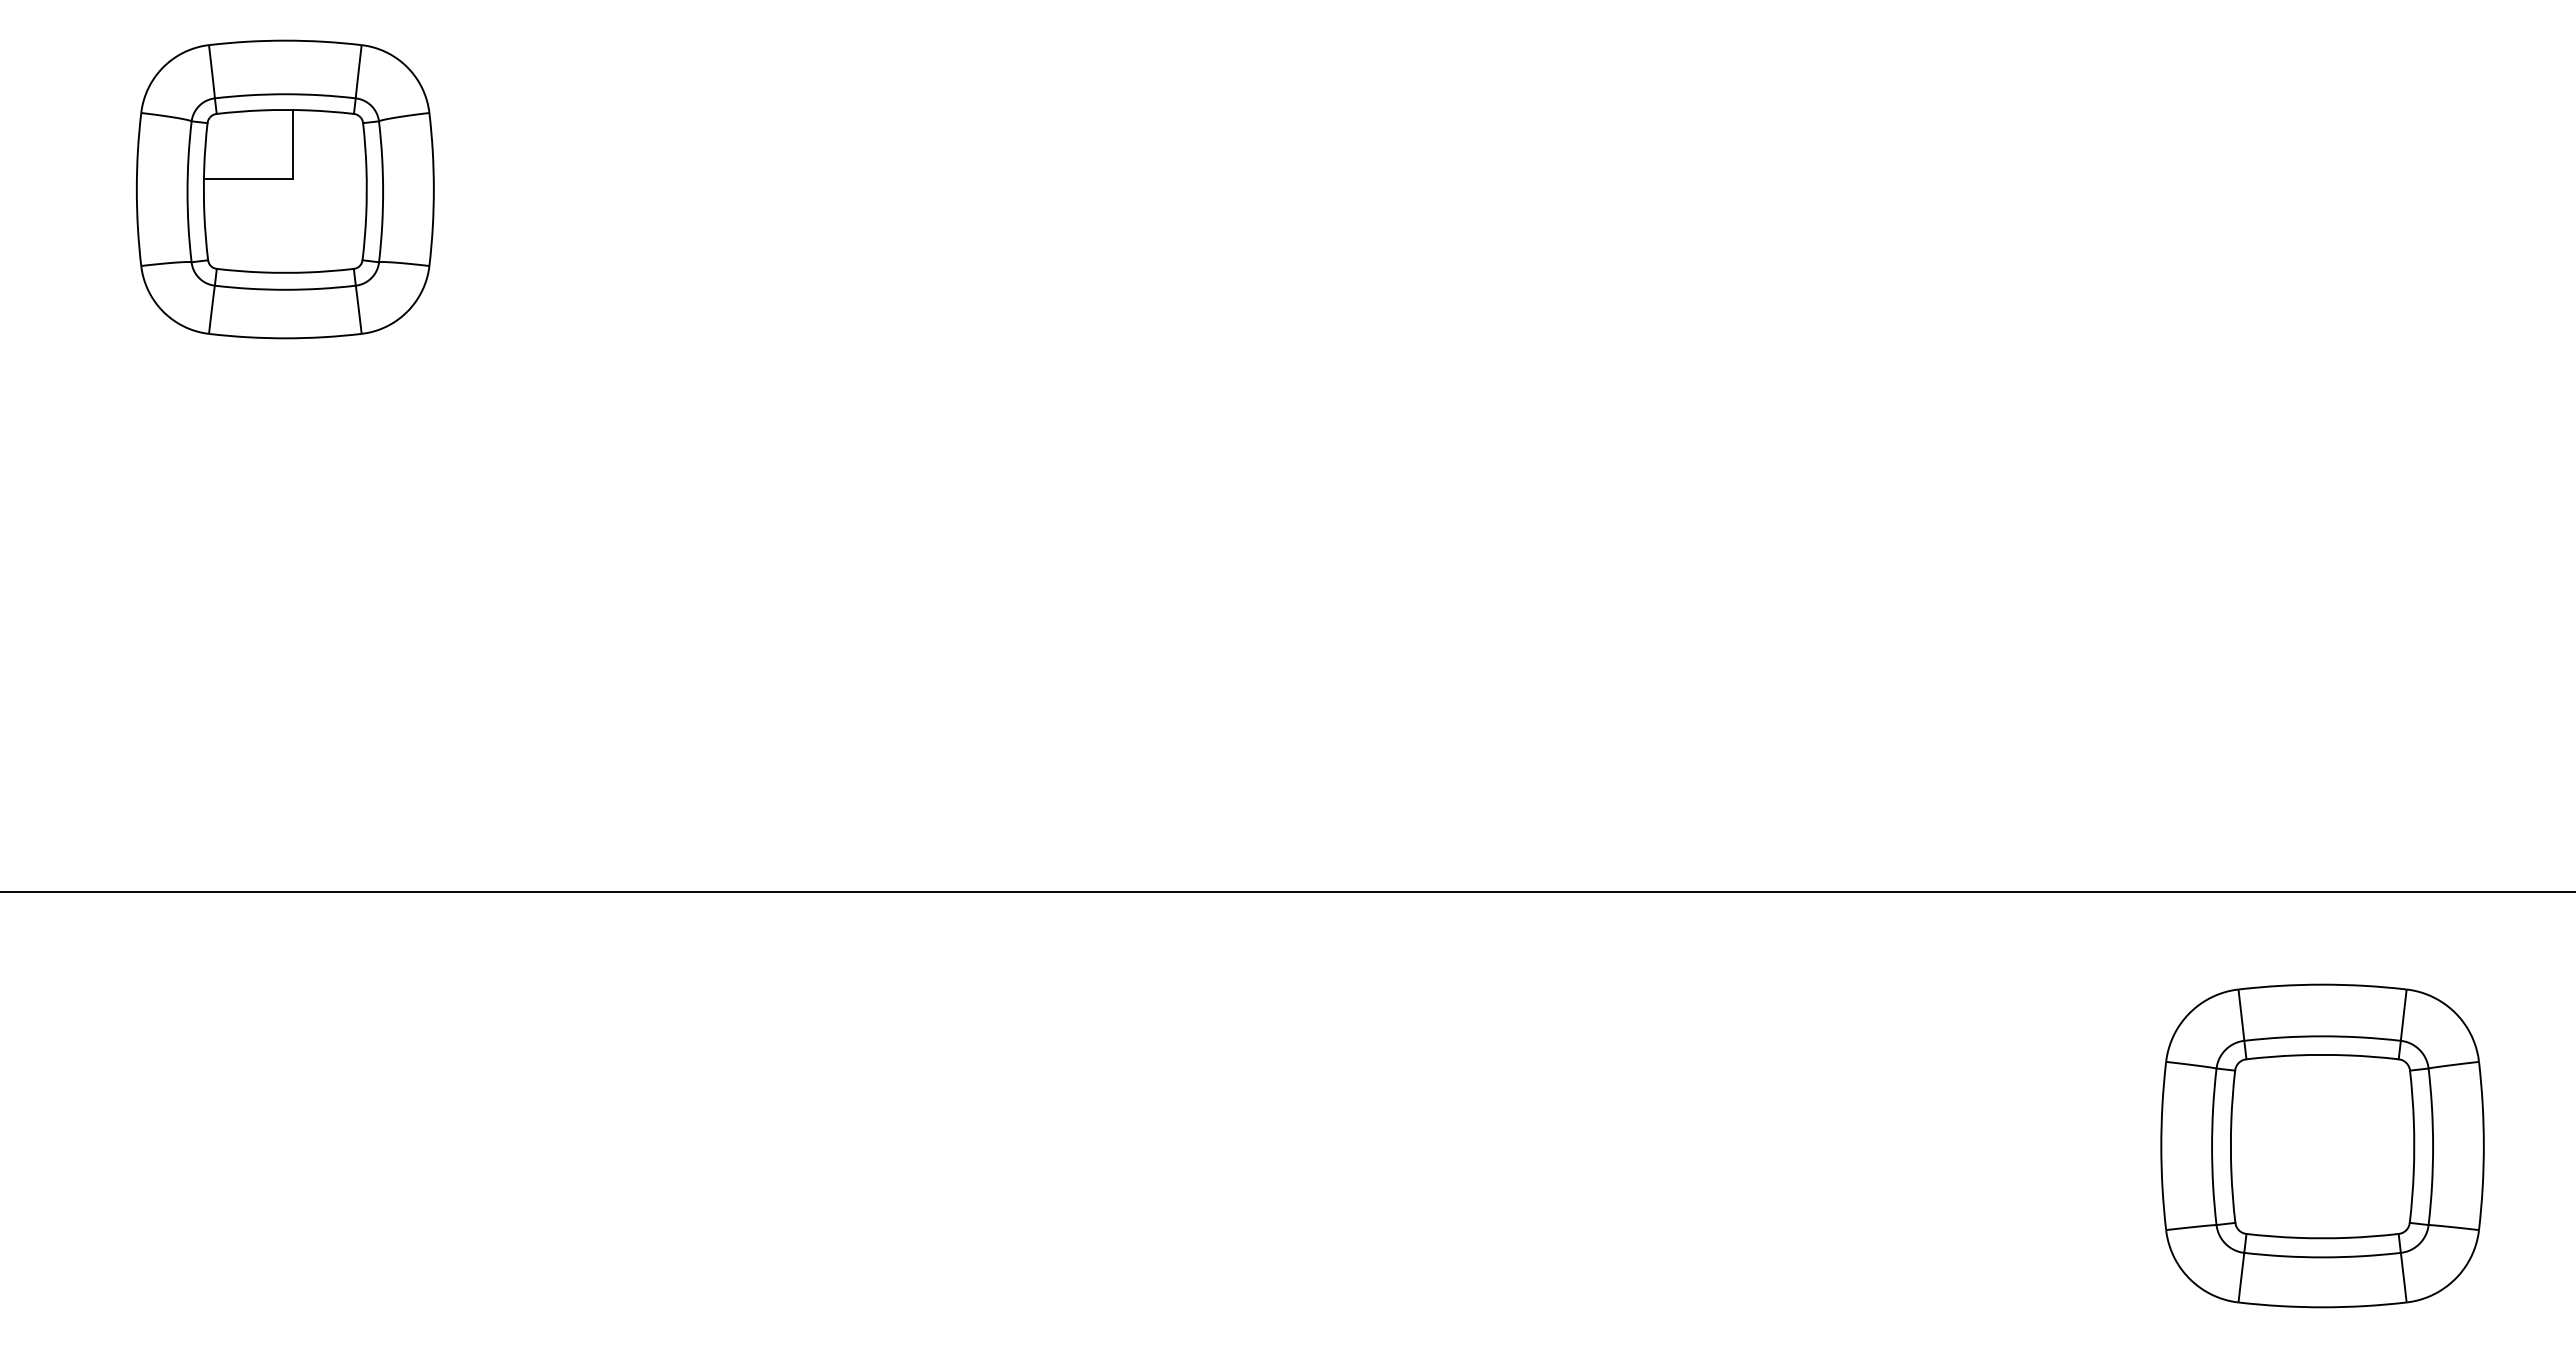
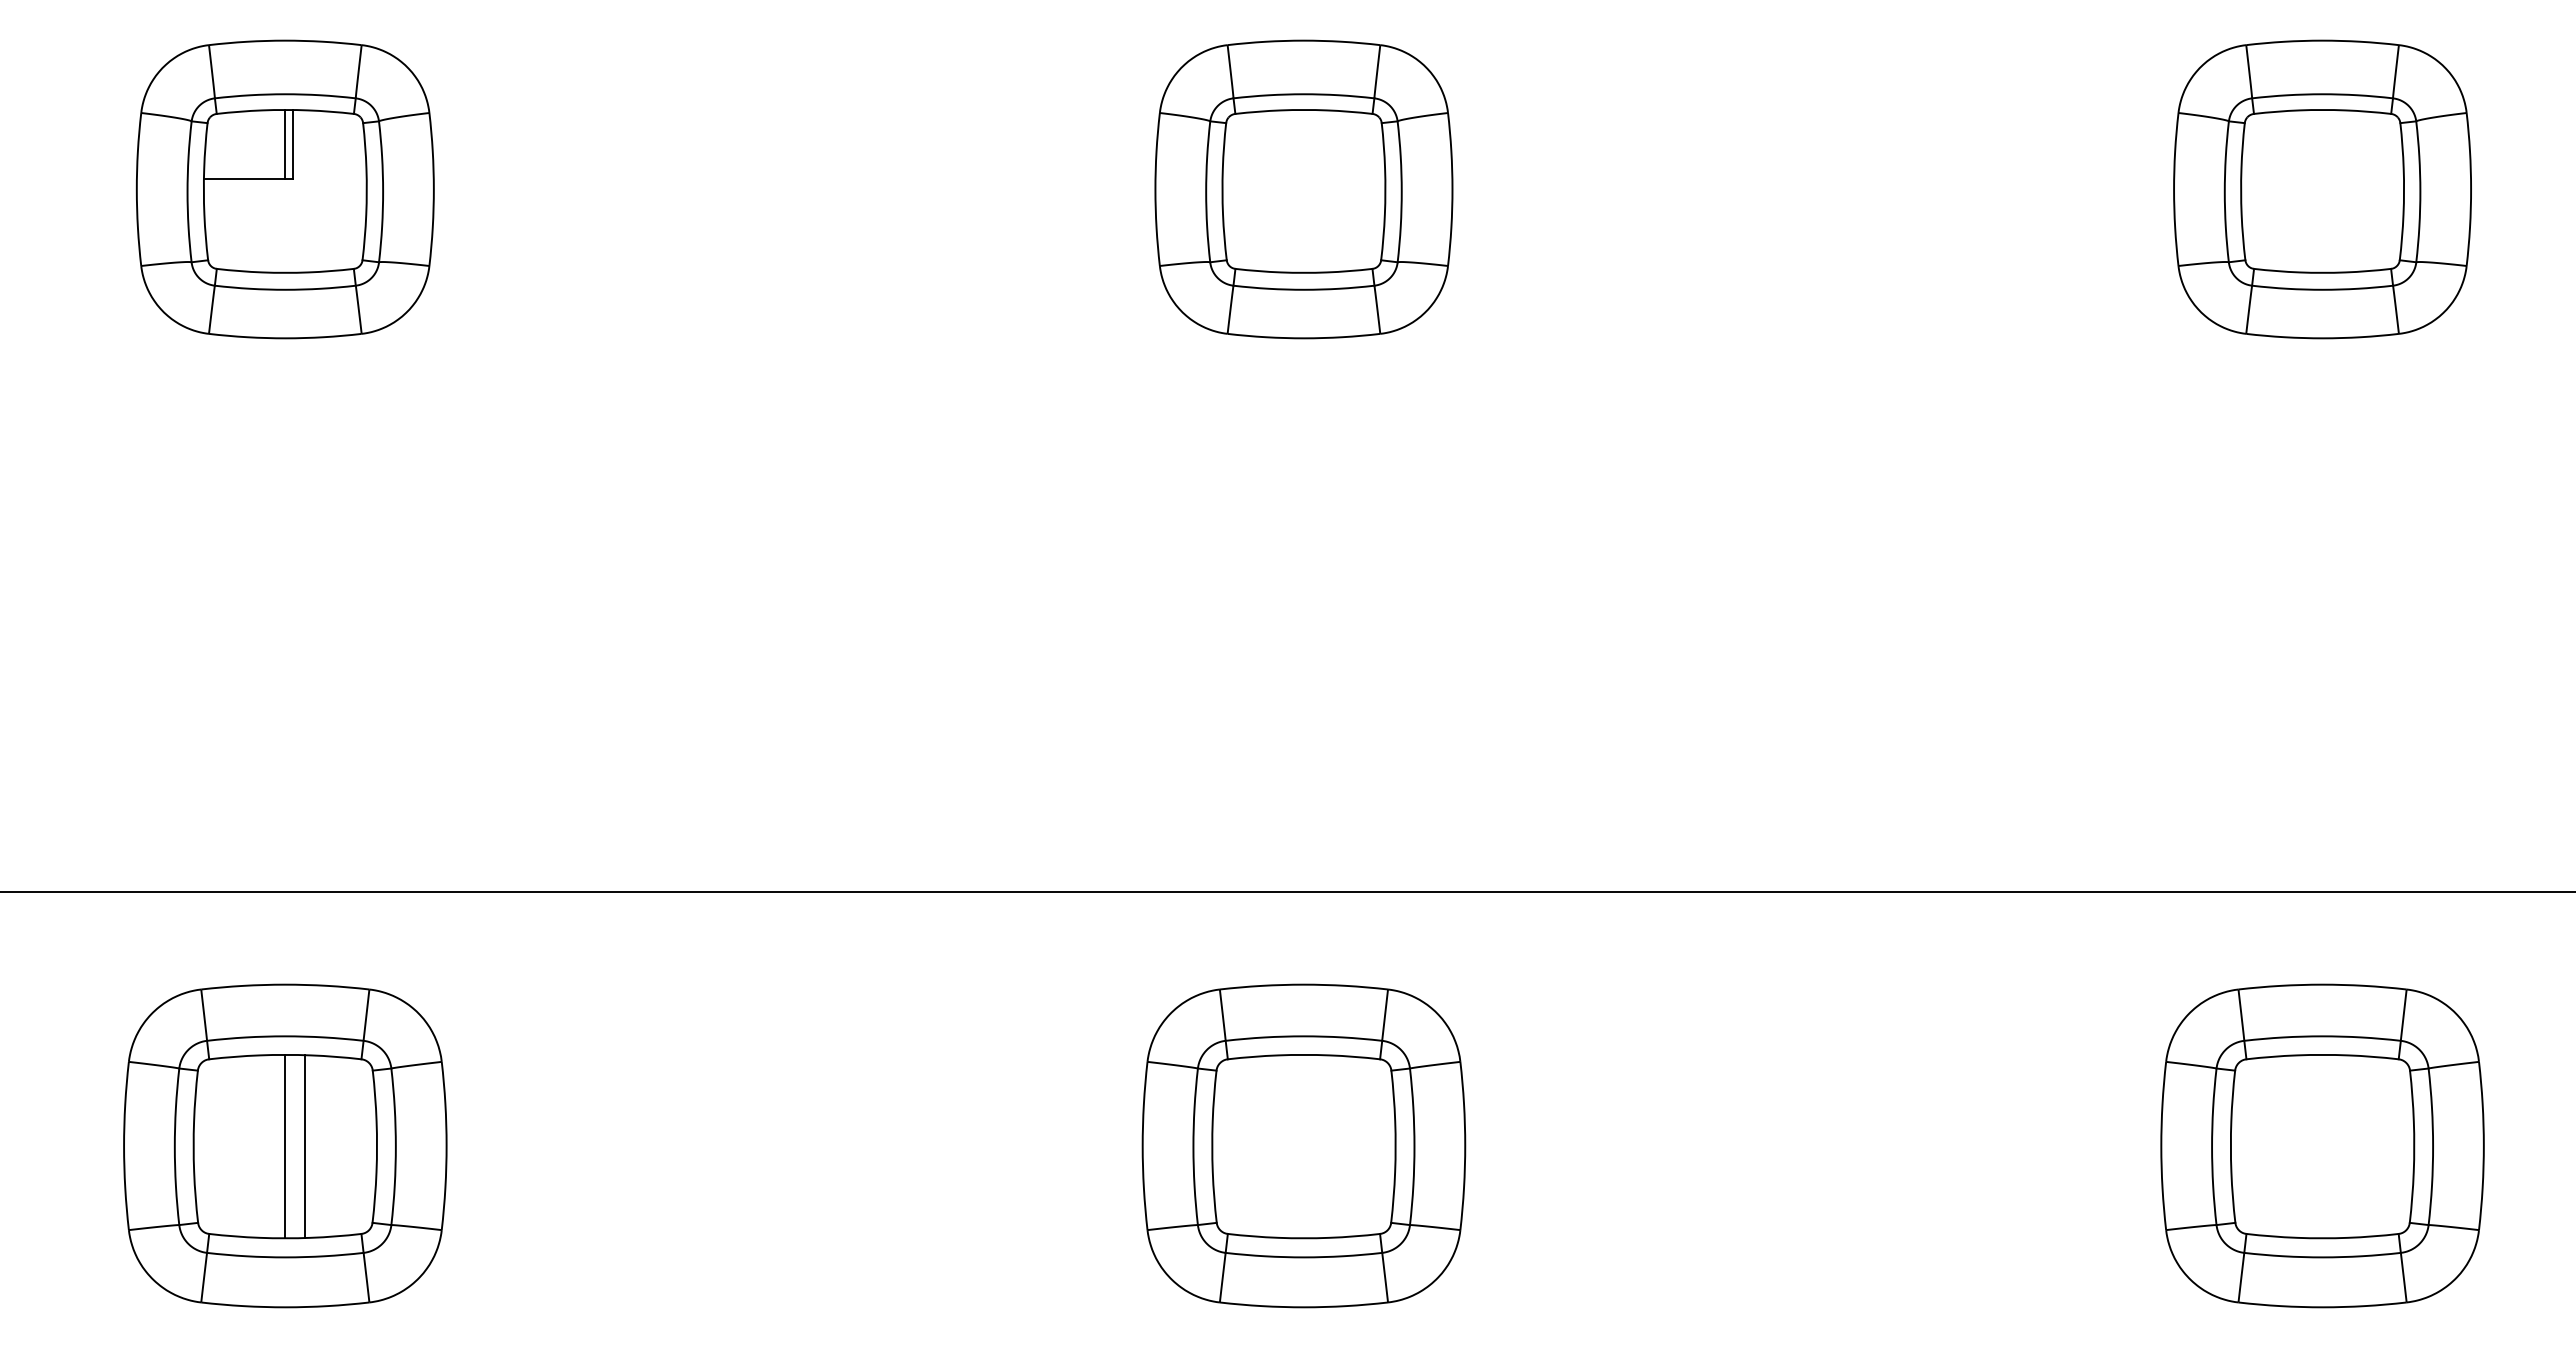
line at (285, 144): none -> present
part at (1303, 189): none -> present
part at (2322, 189): none -> present
part at (285, 1145): none -> present
part at (1303, 1145): none -> present
